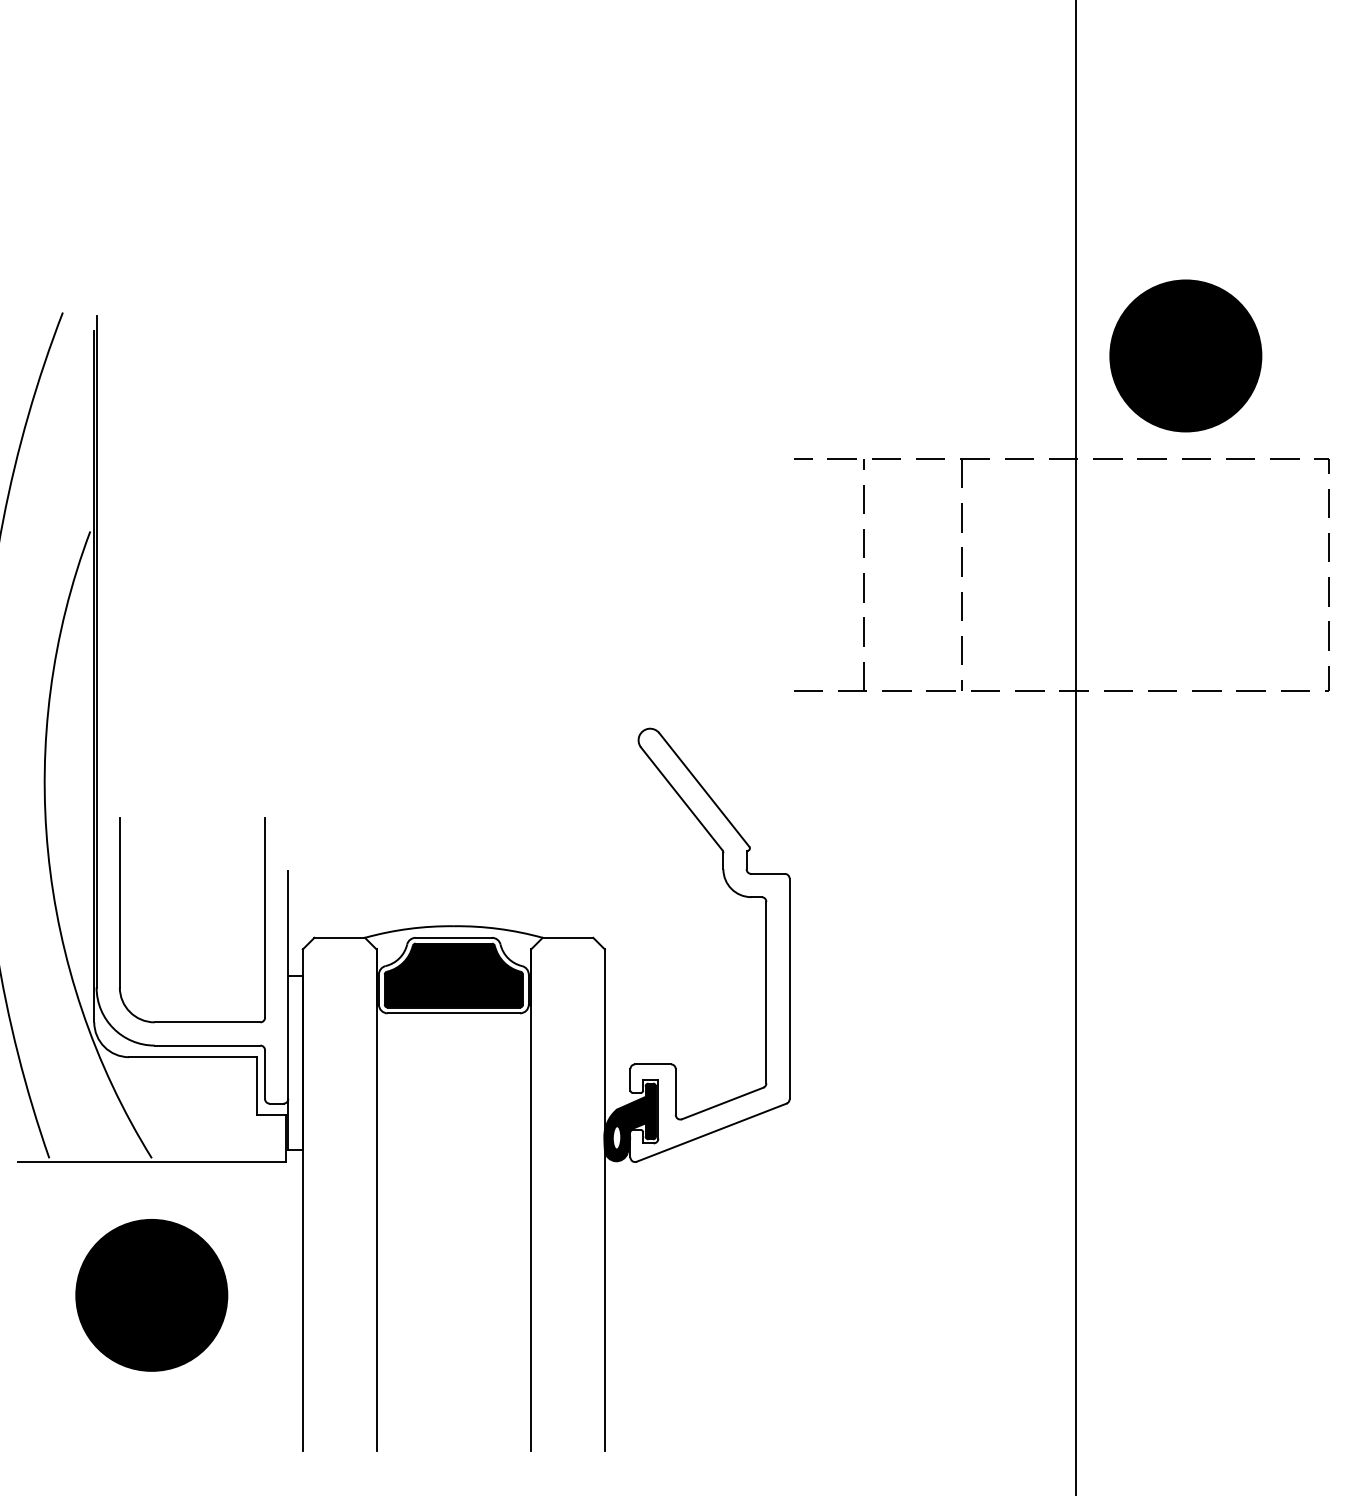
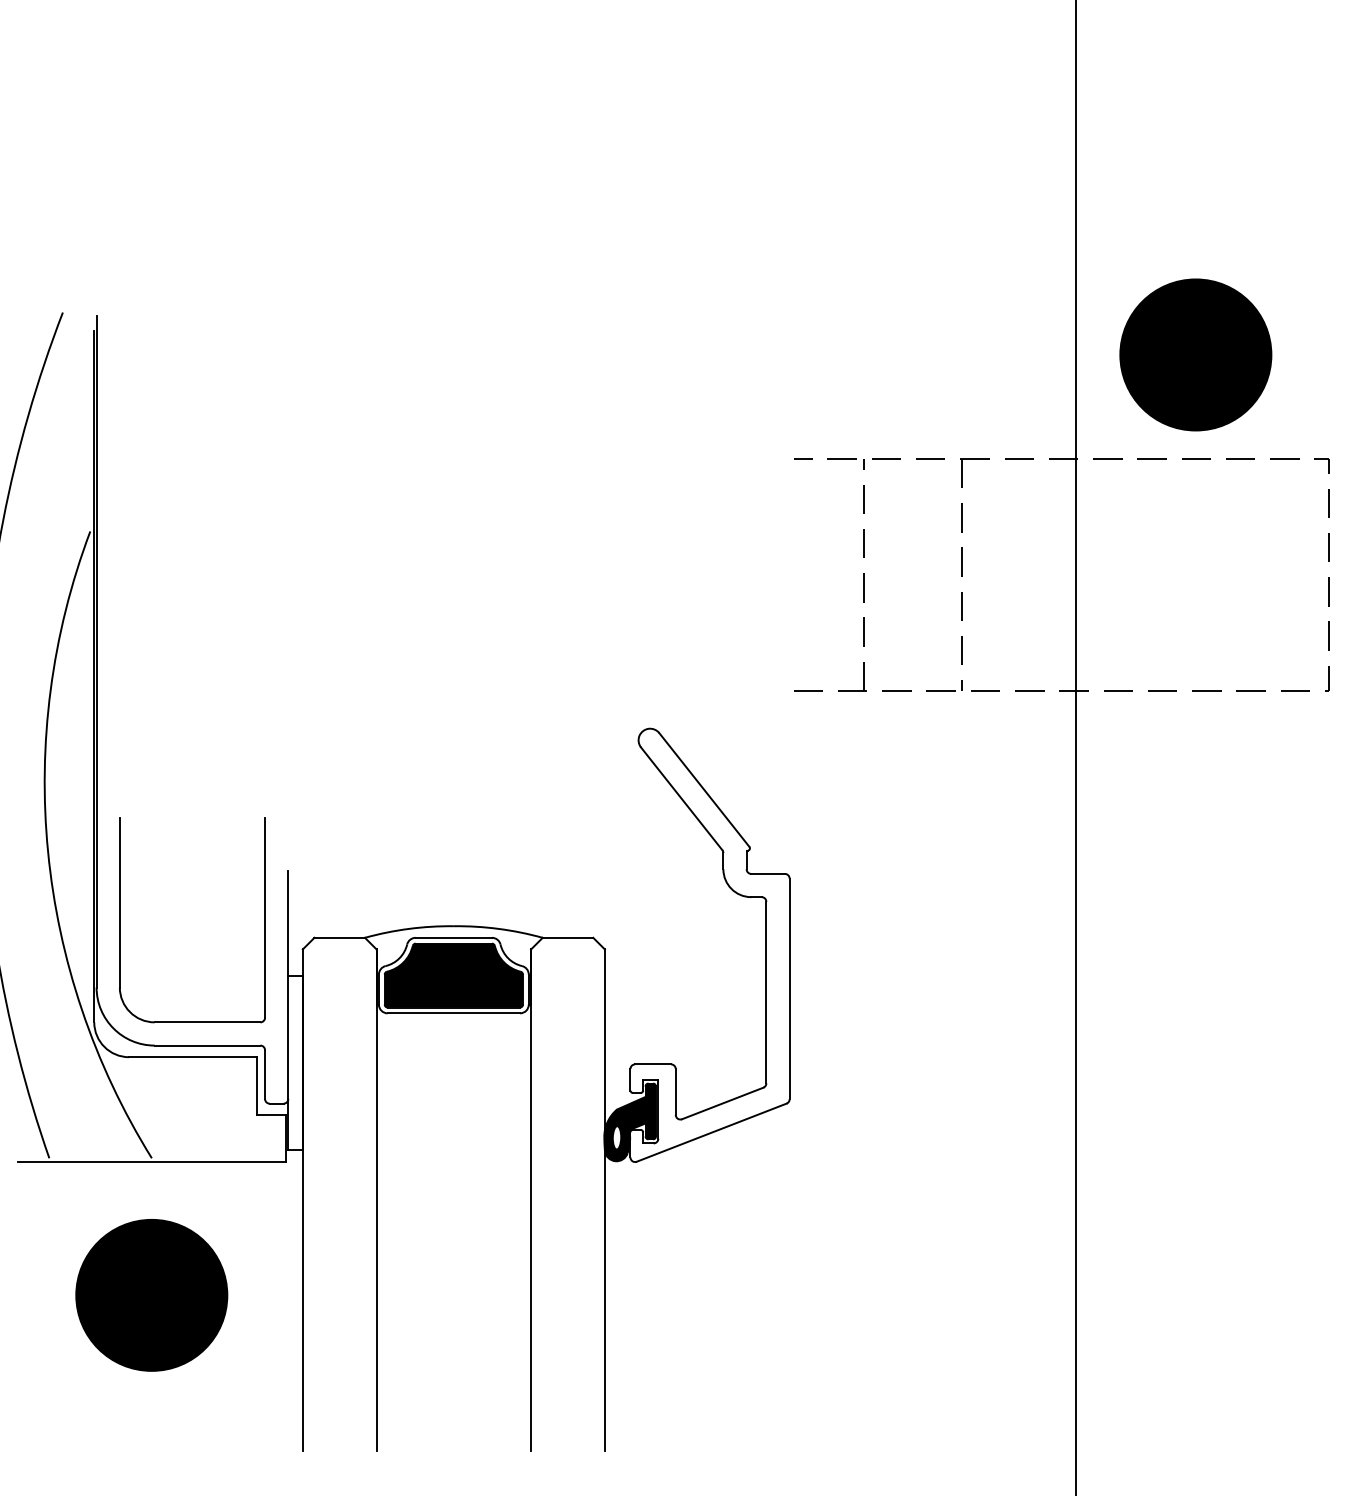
part at (1185, 355) position: (1185, 355) -> (1195, 354)
